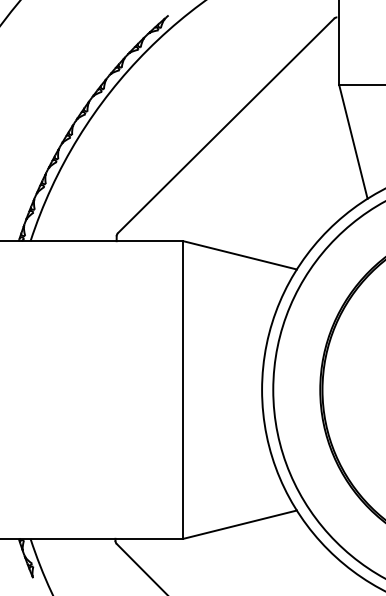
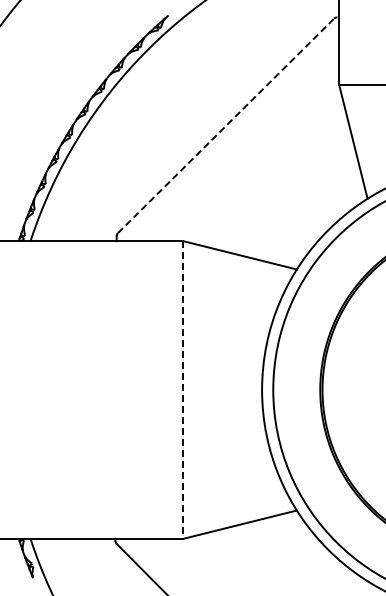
line at (226, 125): solid -> dashed
line at (183, 390): solid -> dashed
